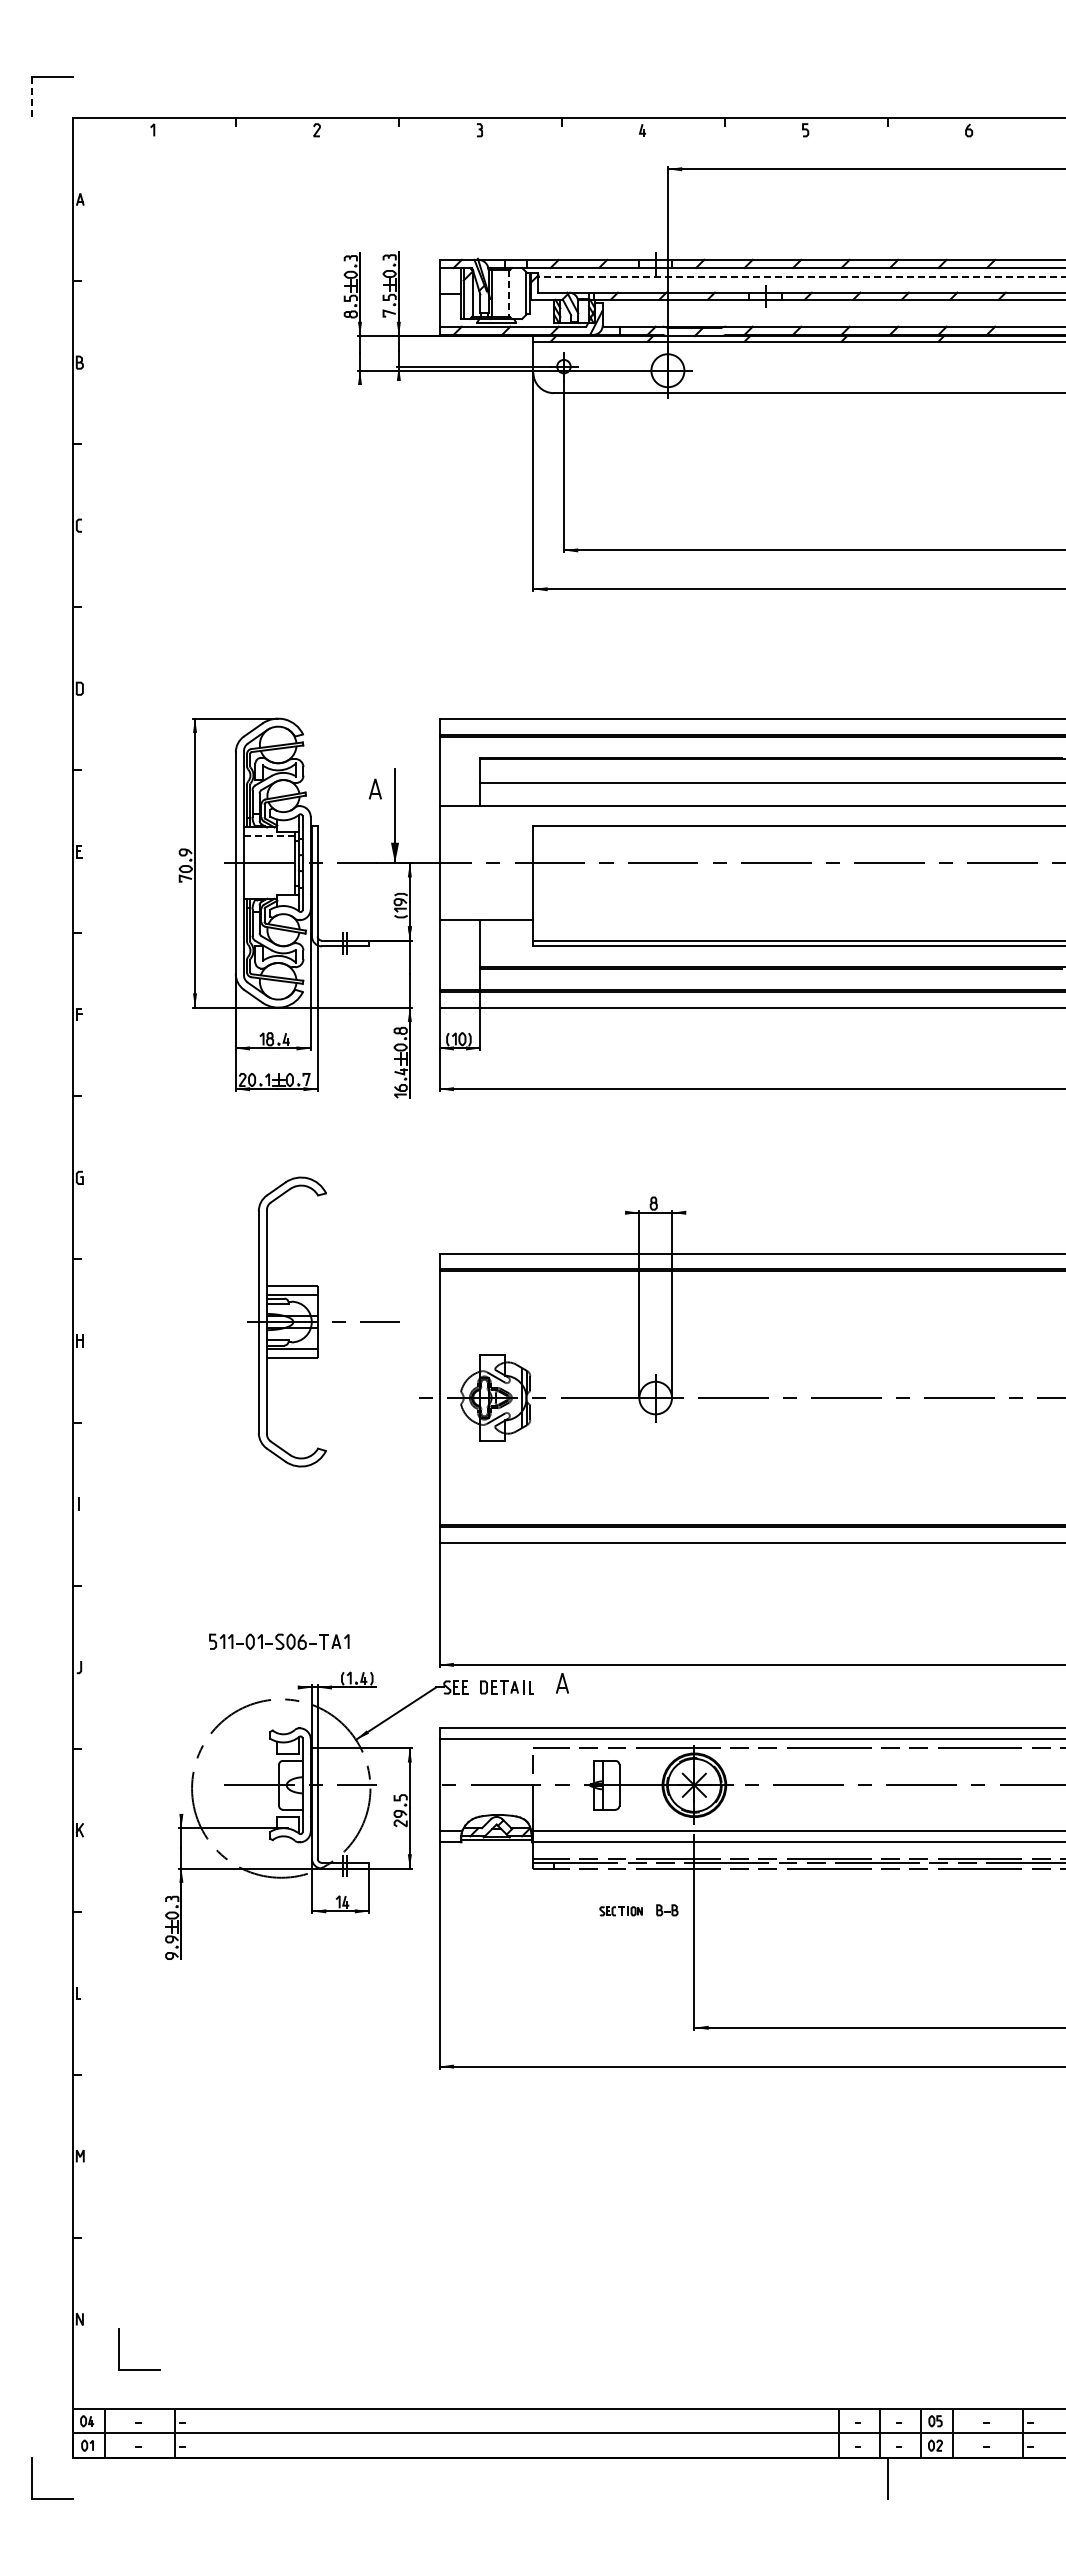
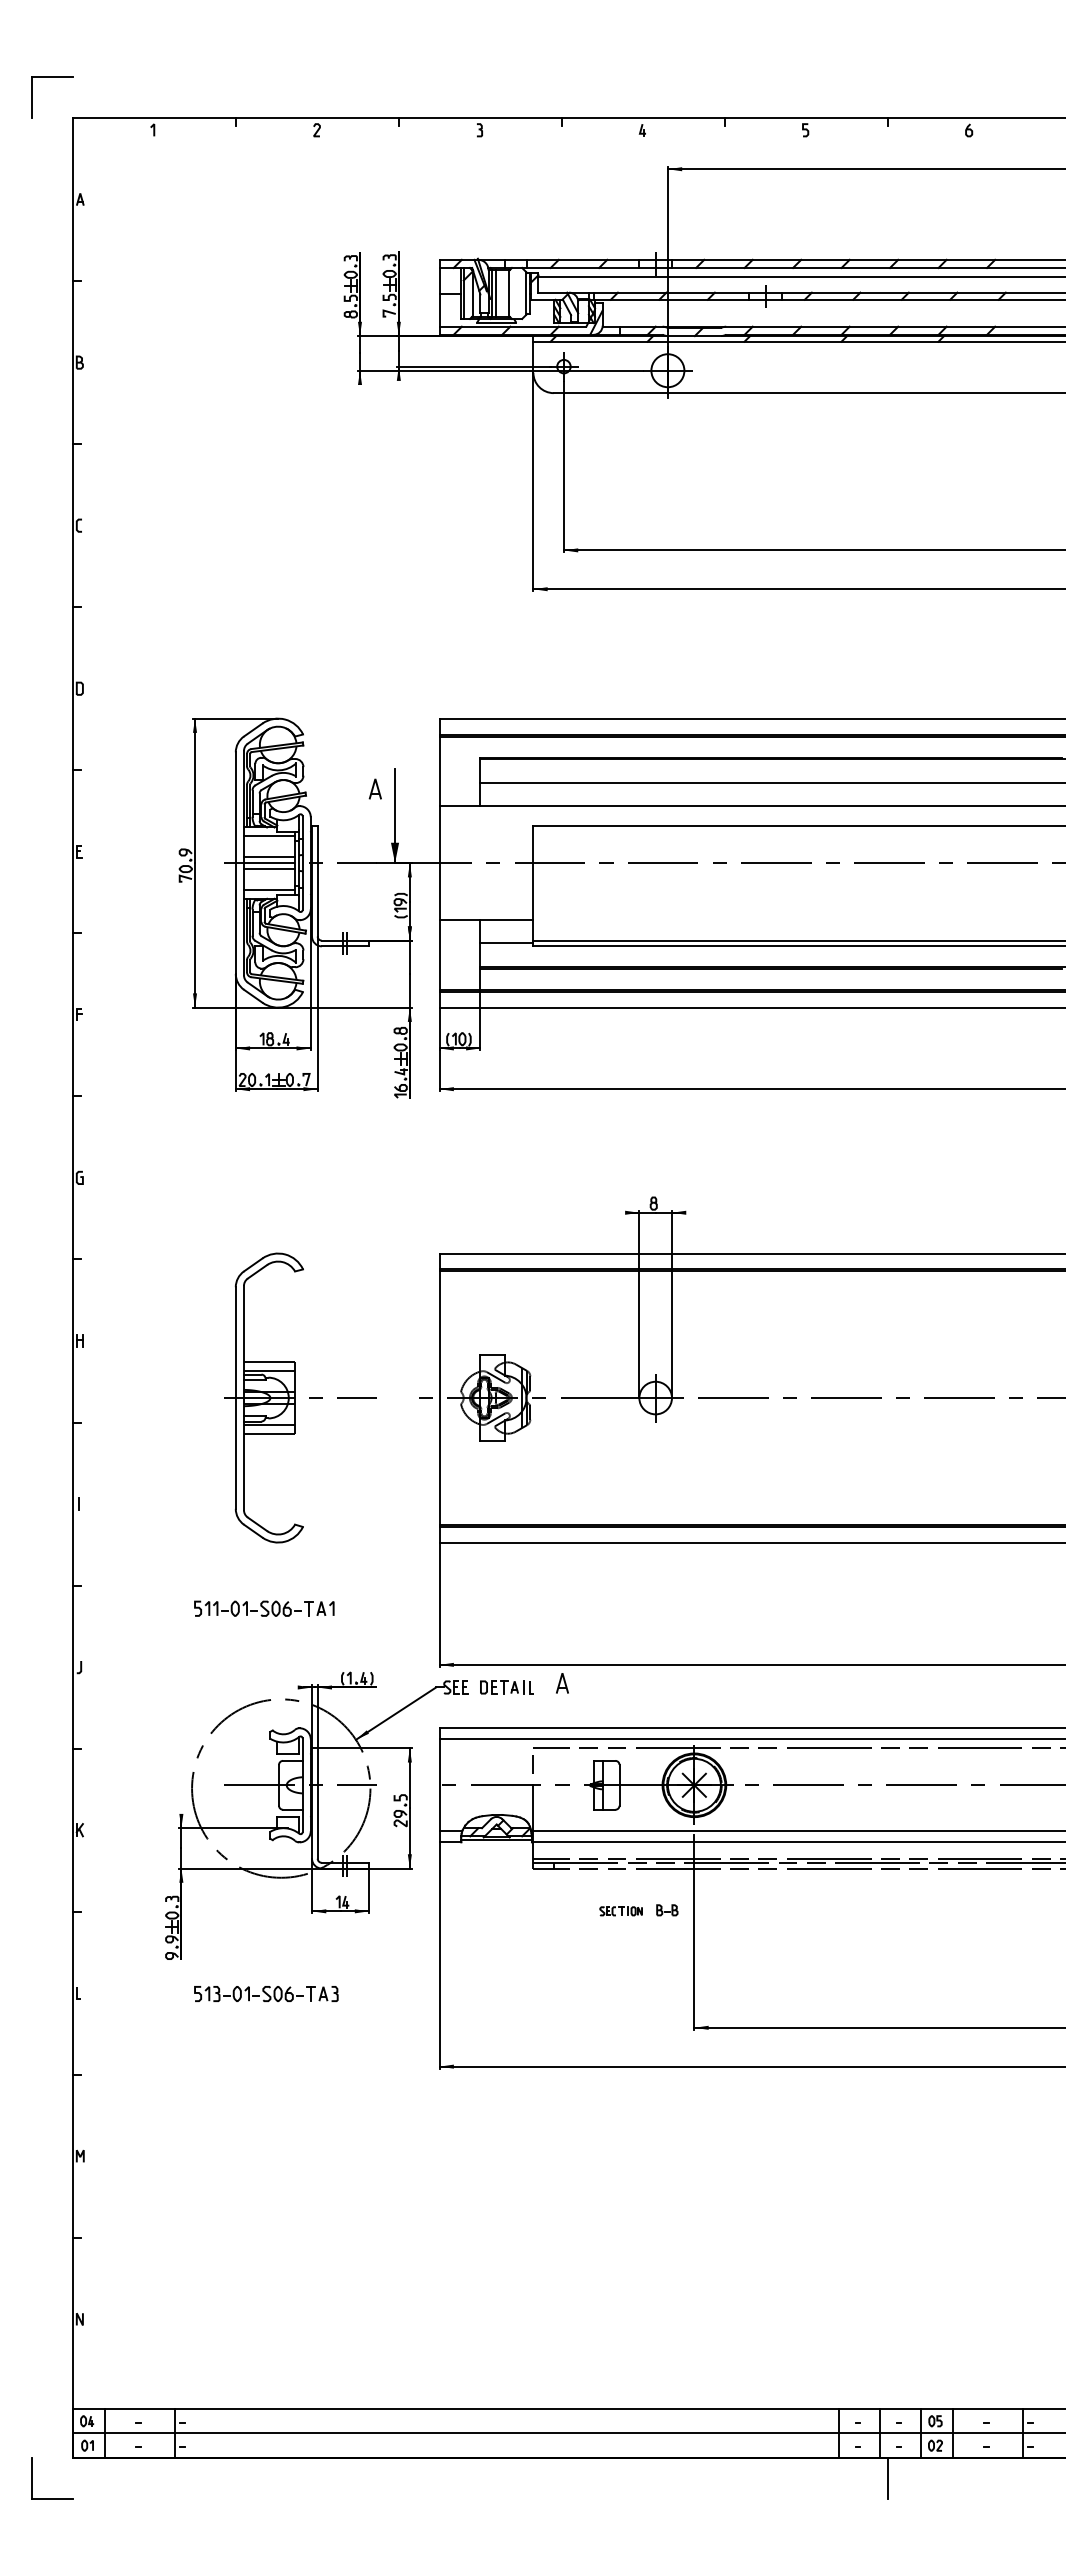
line at (31, 98): dashed -> solid
line at (802, 276): dashed -> solid
line at (495, 293): none -> present
line at (508, 293): dashed -> solid
line at (268, 836): dashed -> solid
line at (268, 857): none -> present
line at (268, 869): none -> present
line at (268, 890): none -> present
line at (506, 943): none -> present
part at (323, 1321) position: (323, 1321) -> (300, 1397)
part at (279, 1641) position: (279, 1641) -> (264, 1608)
part at (266, 1993): none -> present
part at (119, 2349): present -> none
